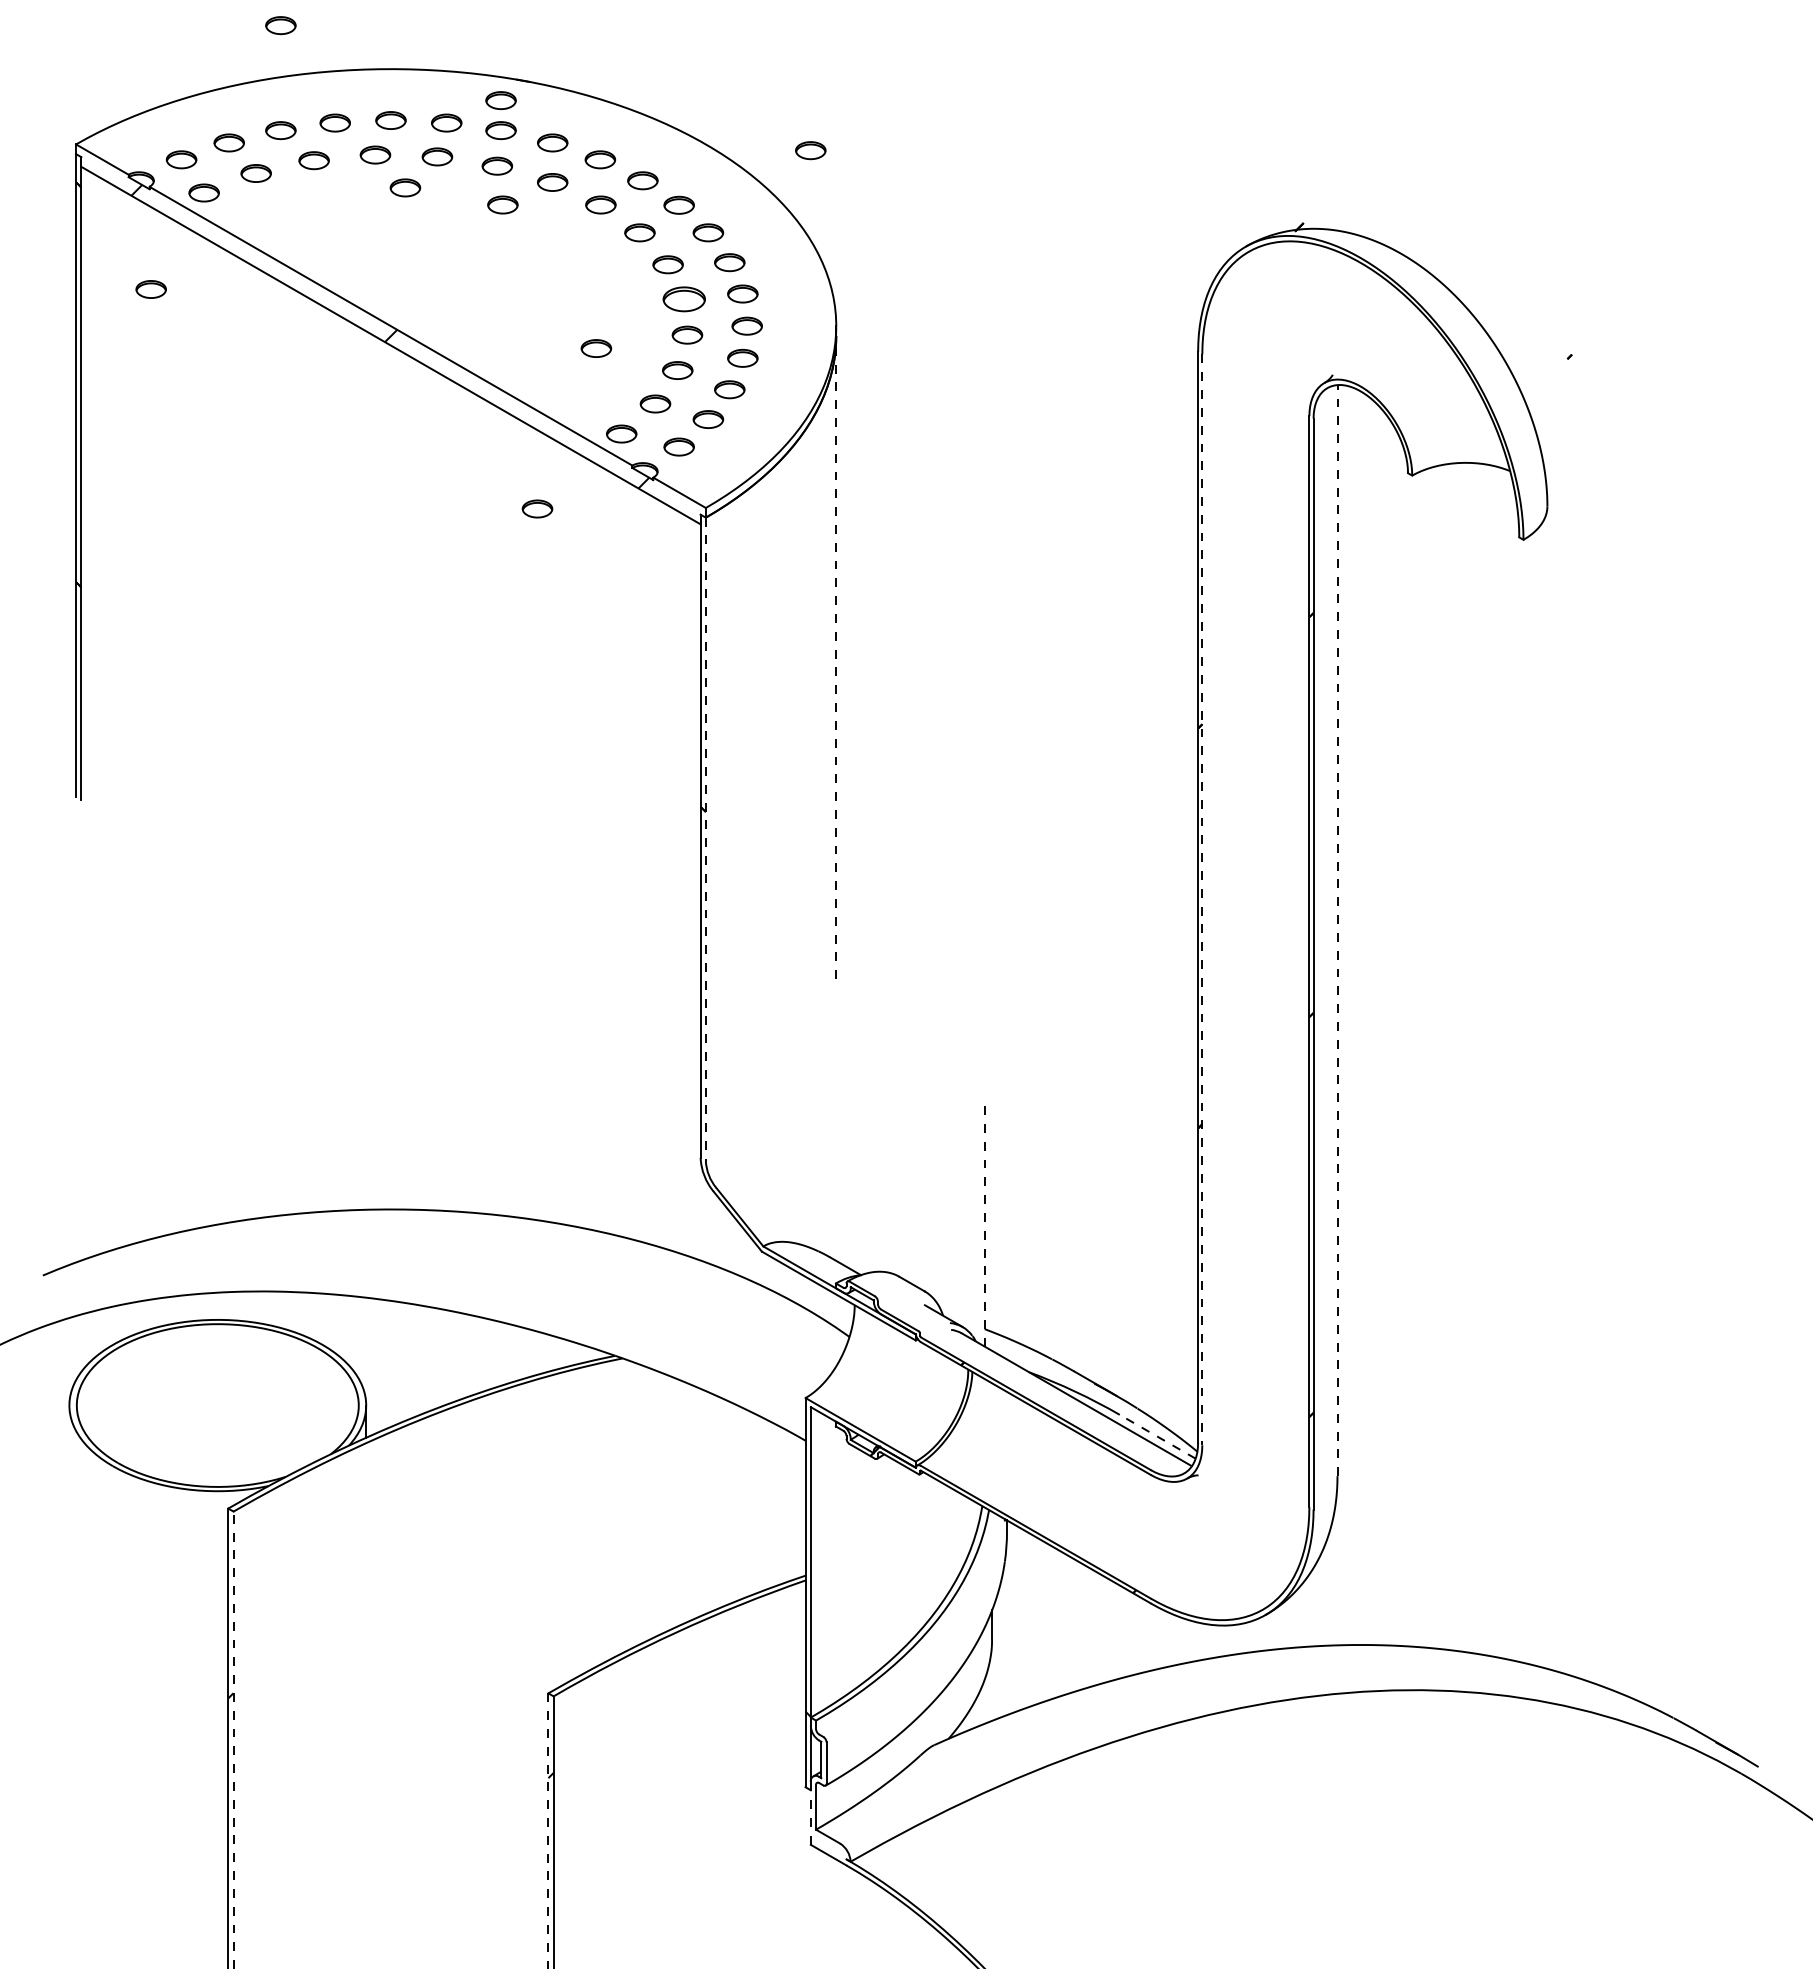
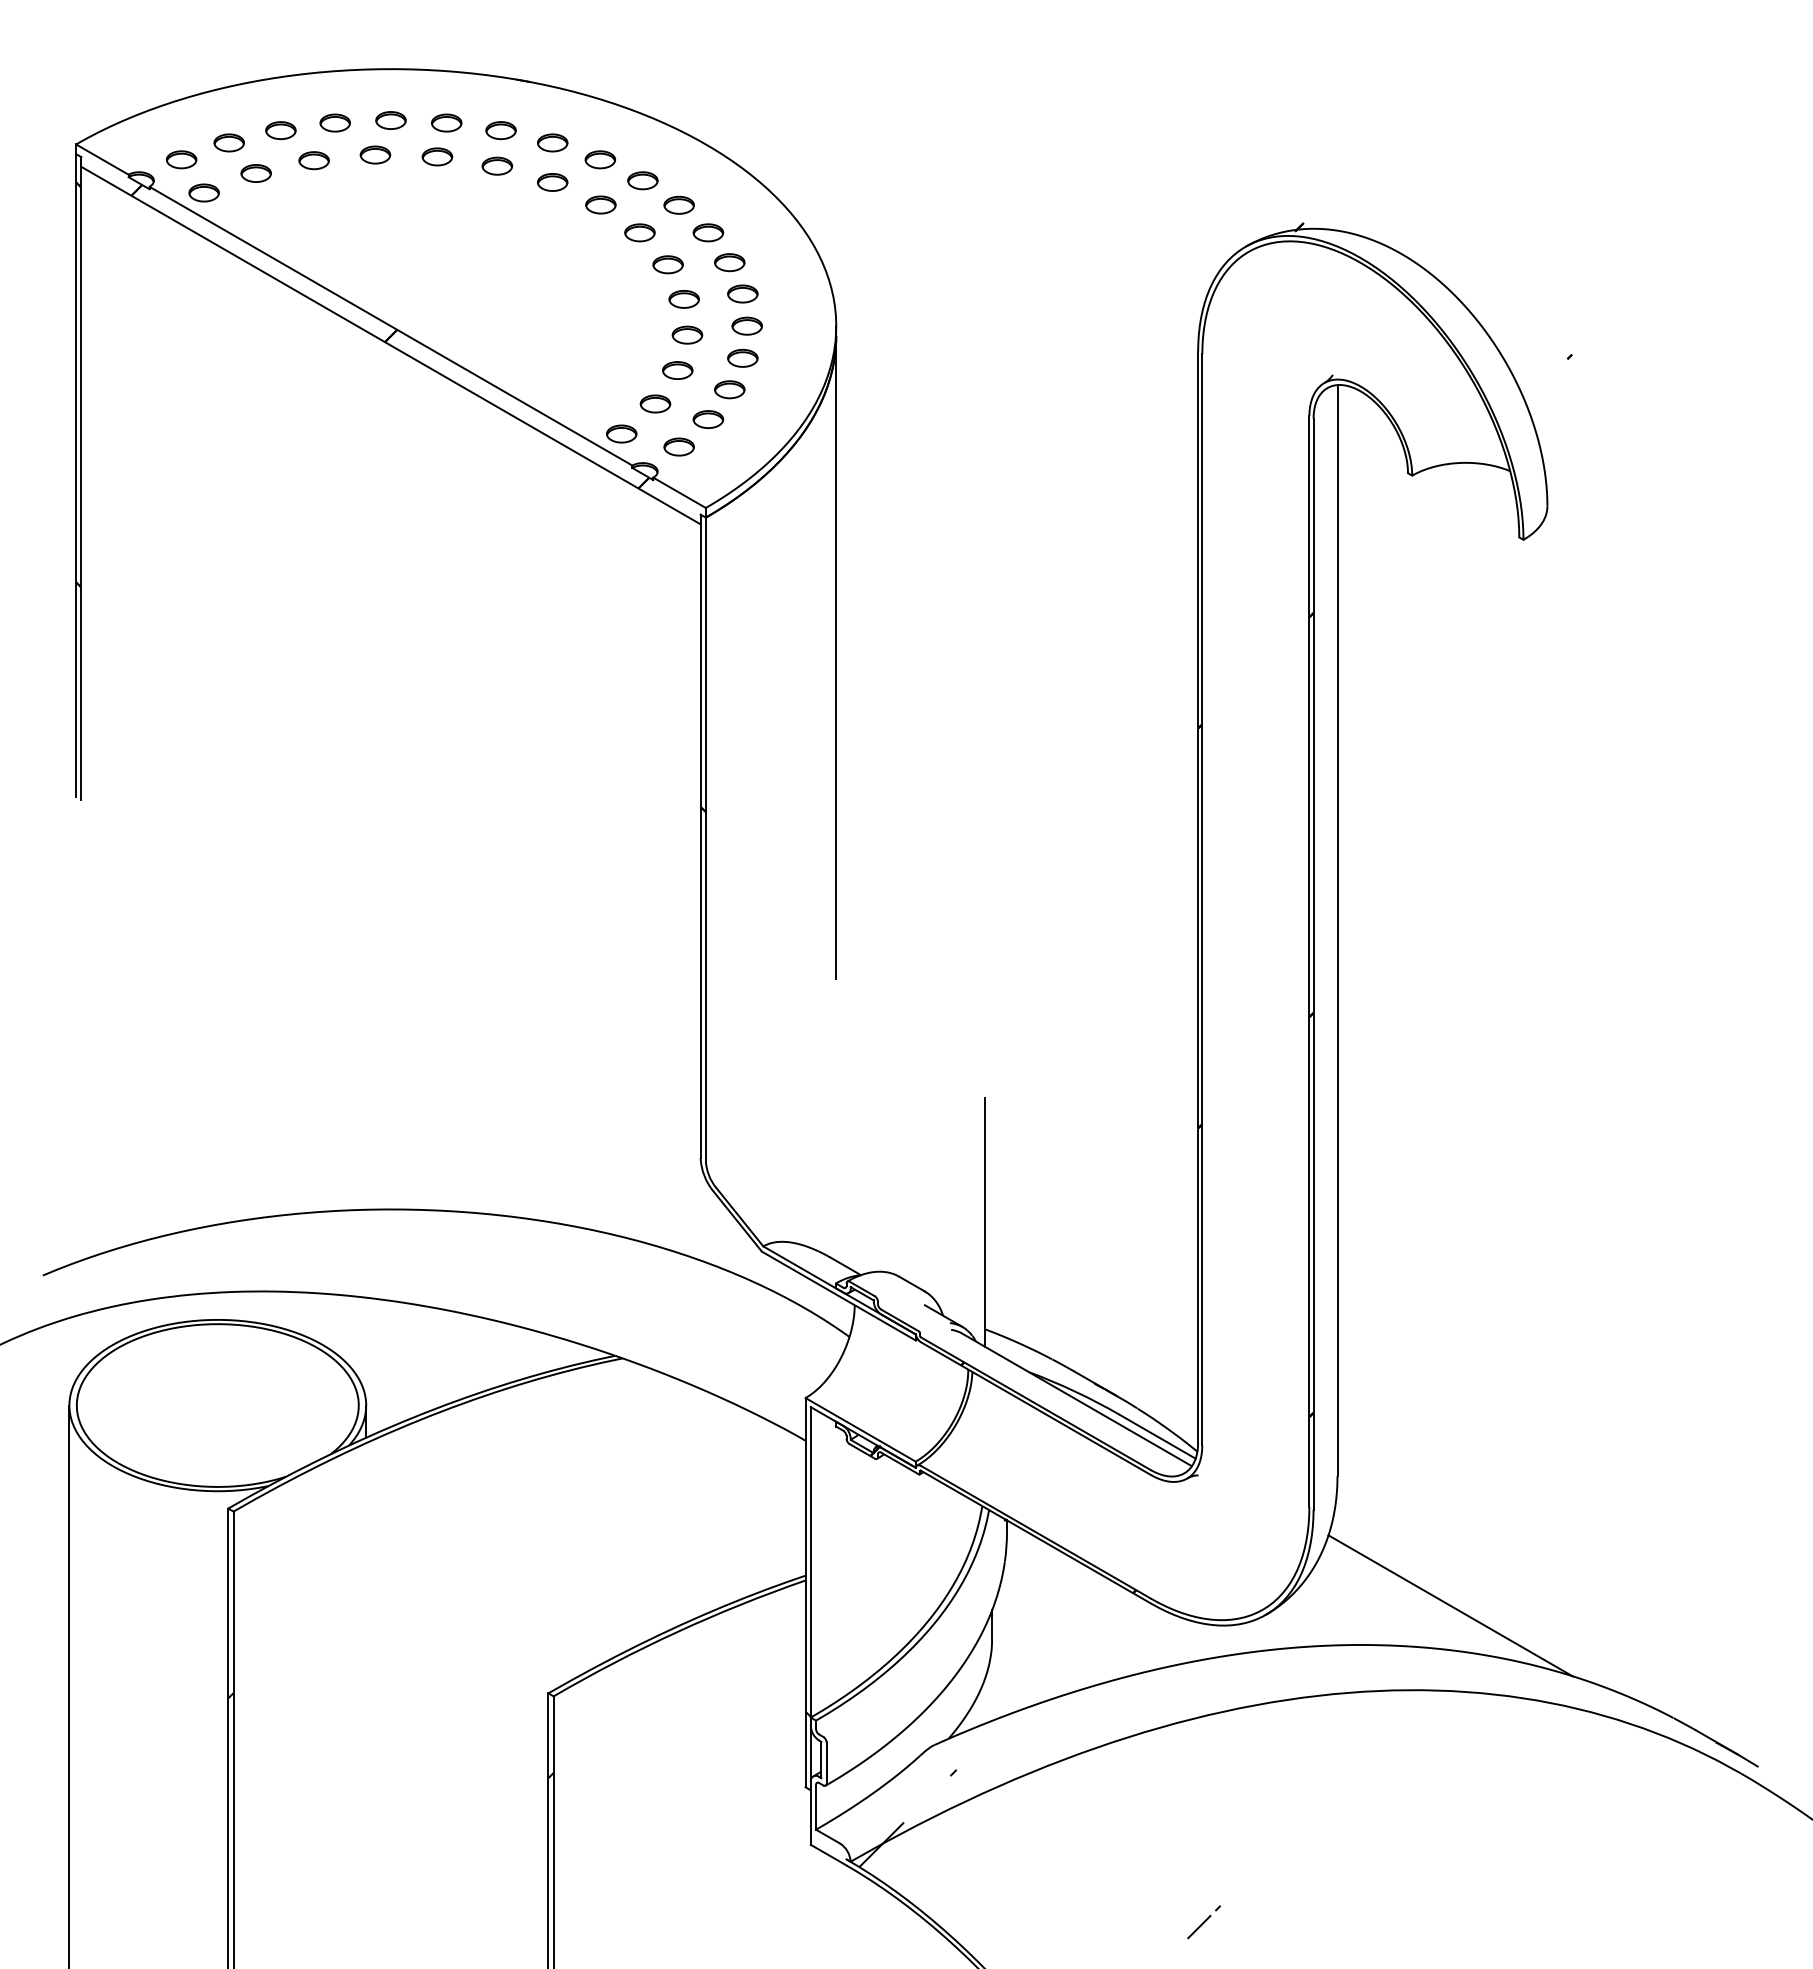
part at (280, 25): present -> none
part at (500, 100): present -> none
part at (810, 150): present -> none
part at (405, 187): present -> none
part at (502, 204): present -> none
part at (150, 289): present -> none
part at (683, 299) size: 44x27 px -> 32x19 px
hatch at (390, 336): none -> present
part at (596, 348): present -> none
part at (537, 508): present -> none
line at (836, 657): dashed -> solid
line at (705, 839): dashed -> solid
line at (1202, 900): dashed -> solid
line at (1337, 930): dashed -> solid
hatch at (1091, 1103): none -> present
line at (984, 1221): dashed -> solid
line at (1157, 1436): dashed -> solid
line at (1450, 1605): none -> present
line at (69, 1685): none -> present
line at (233, 1739): dashed -> solid
line at (810, 1813): dashed -> solid
line at (548, 1831): dashed -> solid
hatch at (1039, 1853): none -> present
